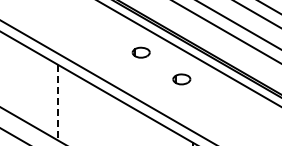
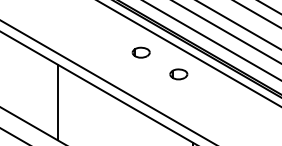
line at (211, 40): none -> present
part at (181, 79) position: (181, 79) -> (178, 74)
line at (57, 102): dashed -> solid
